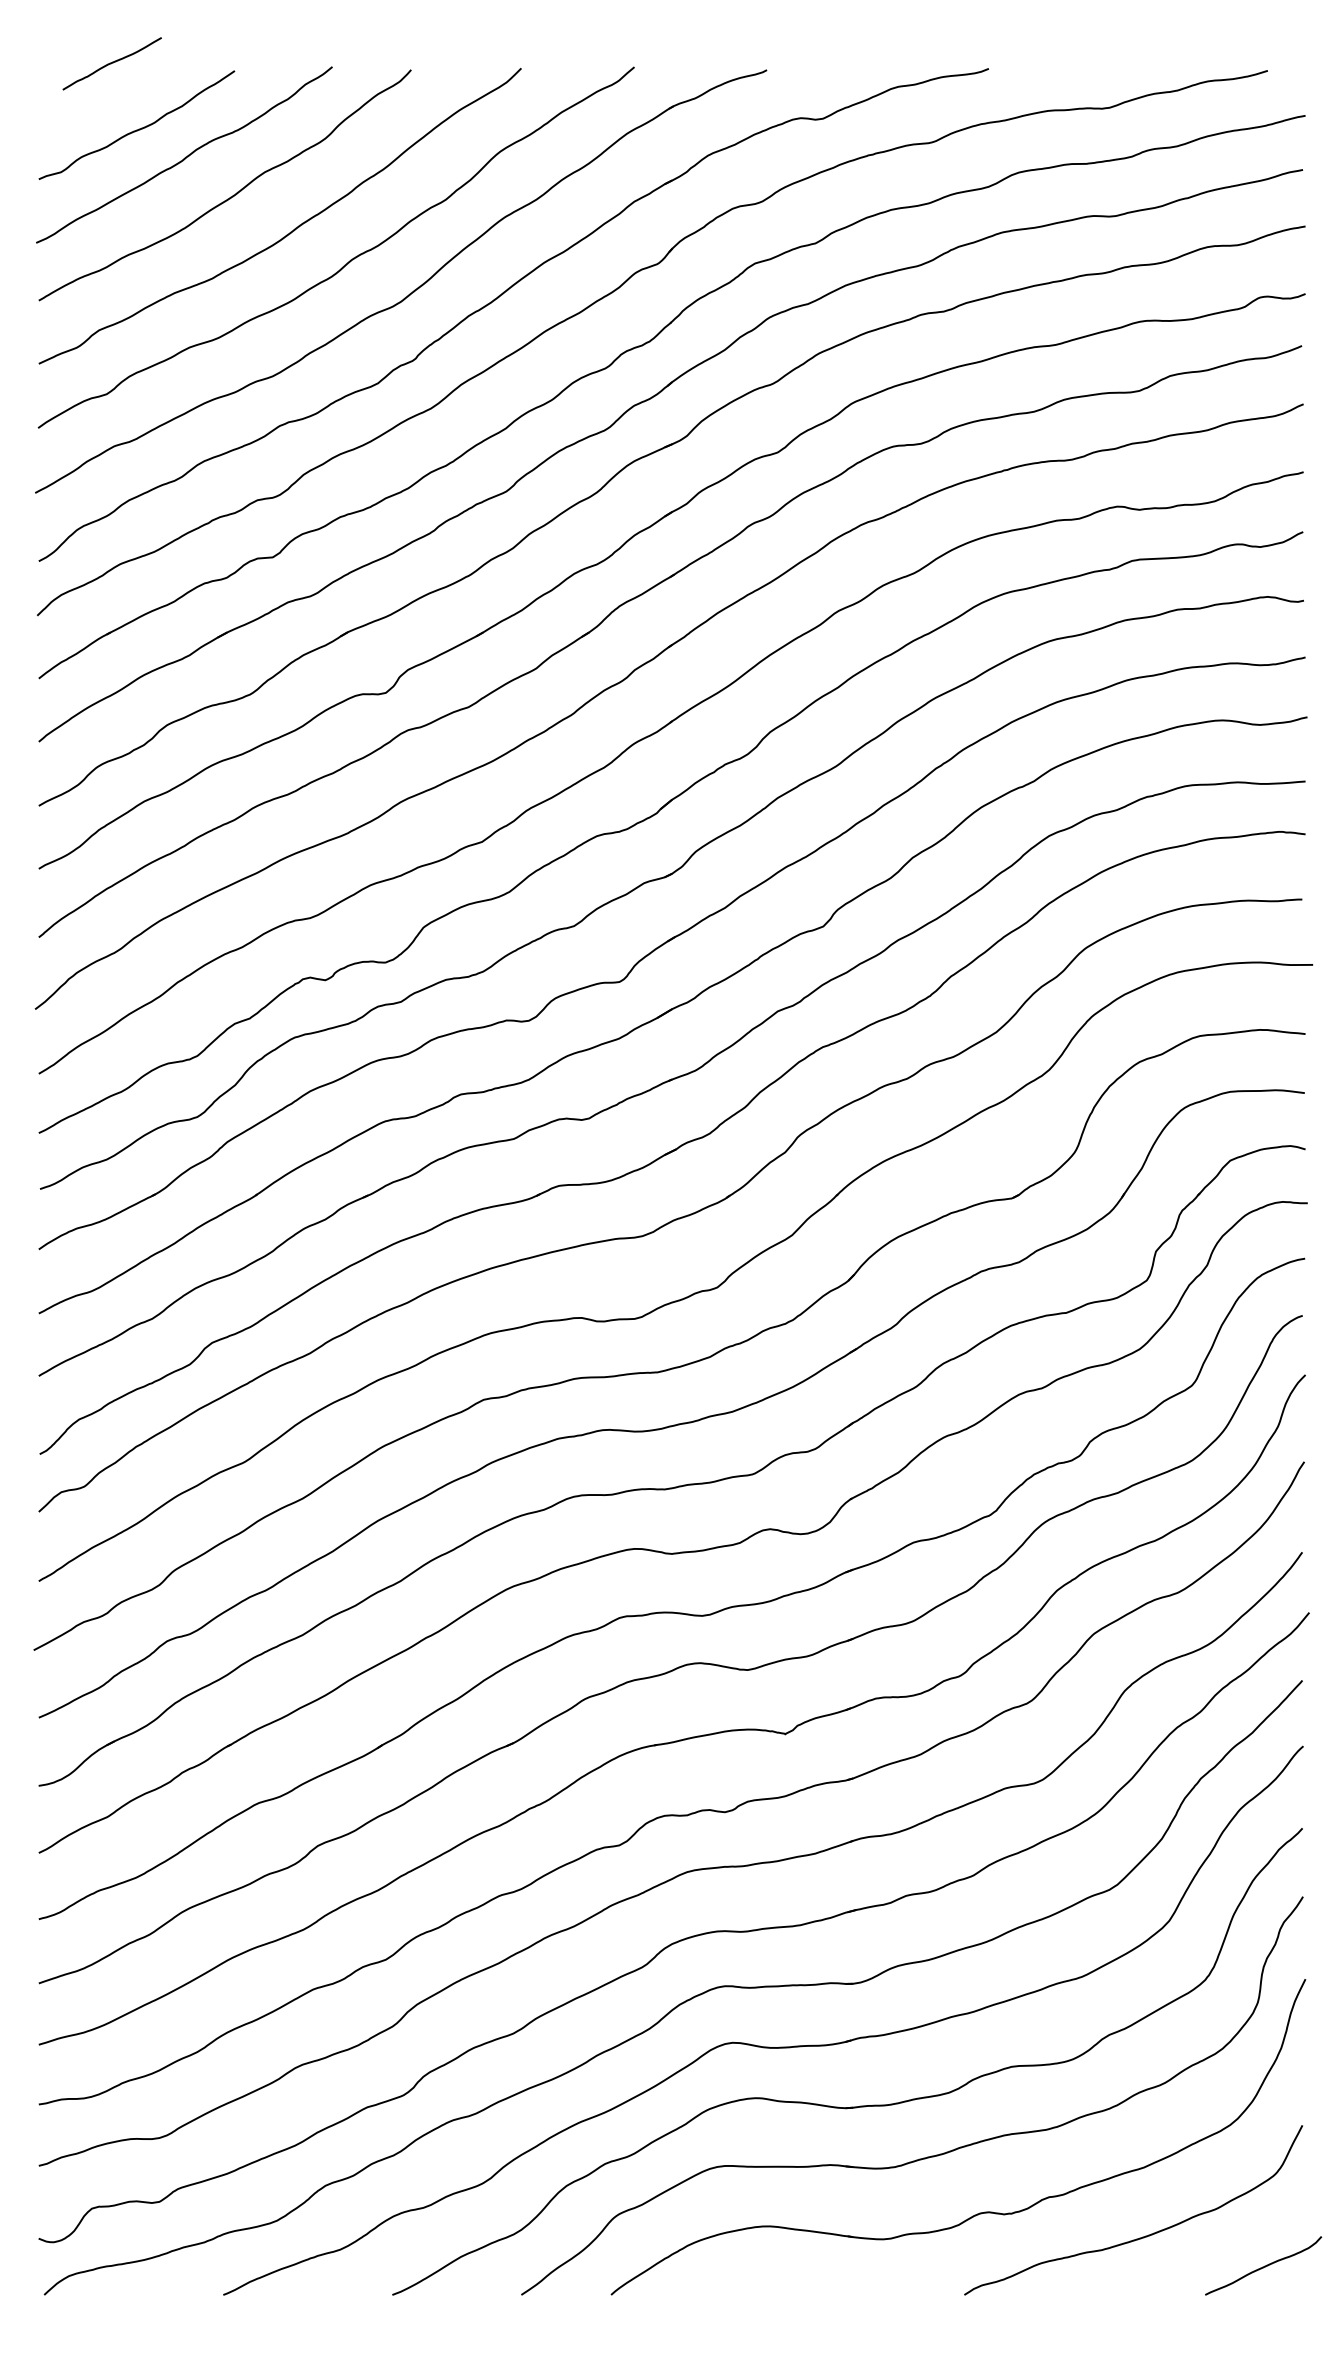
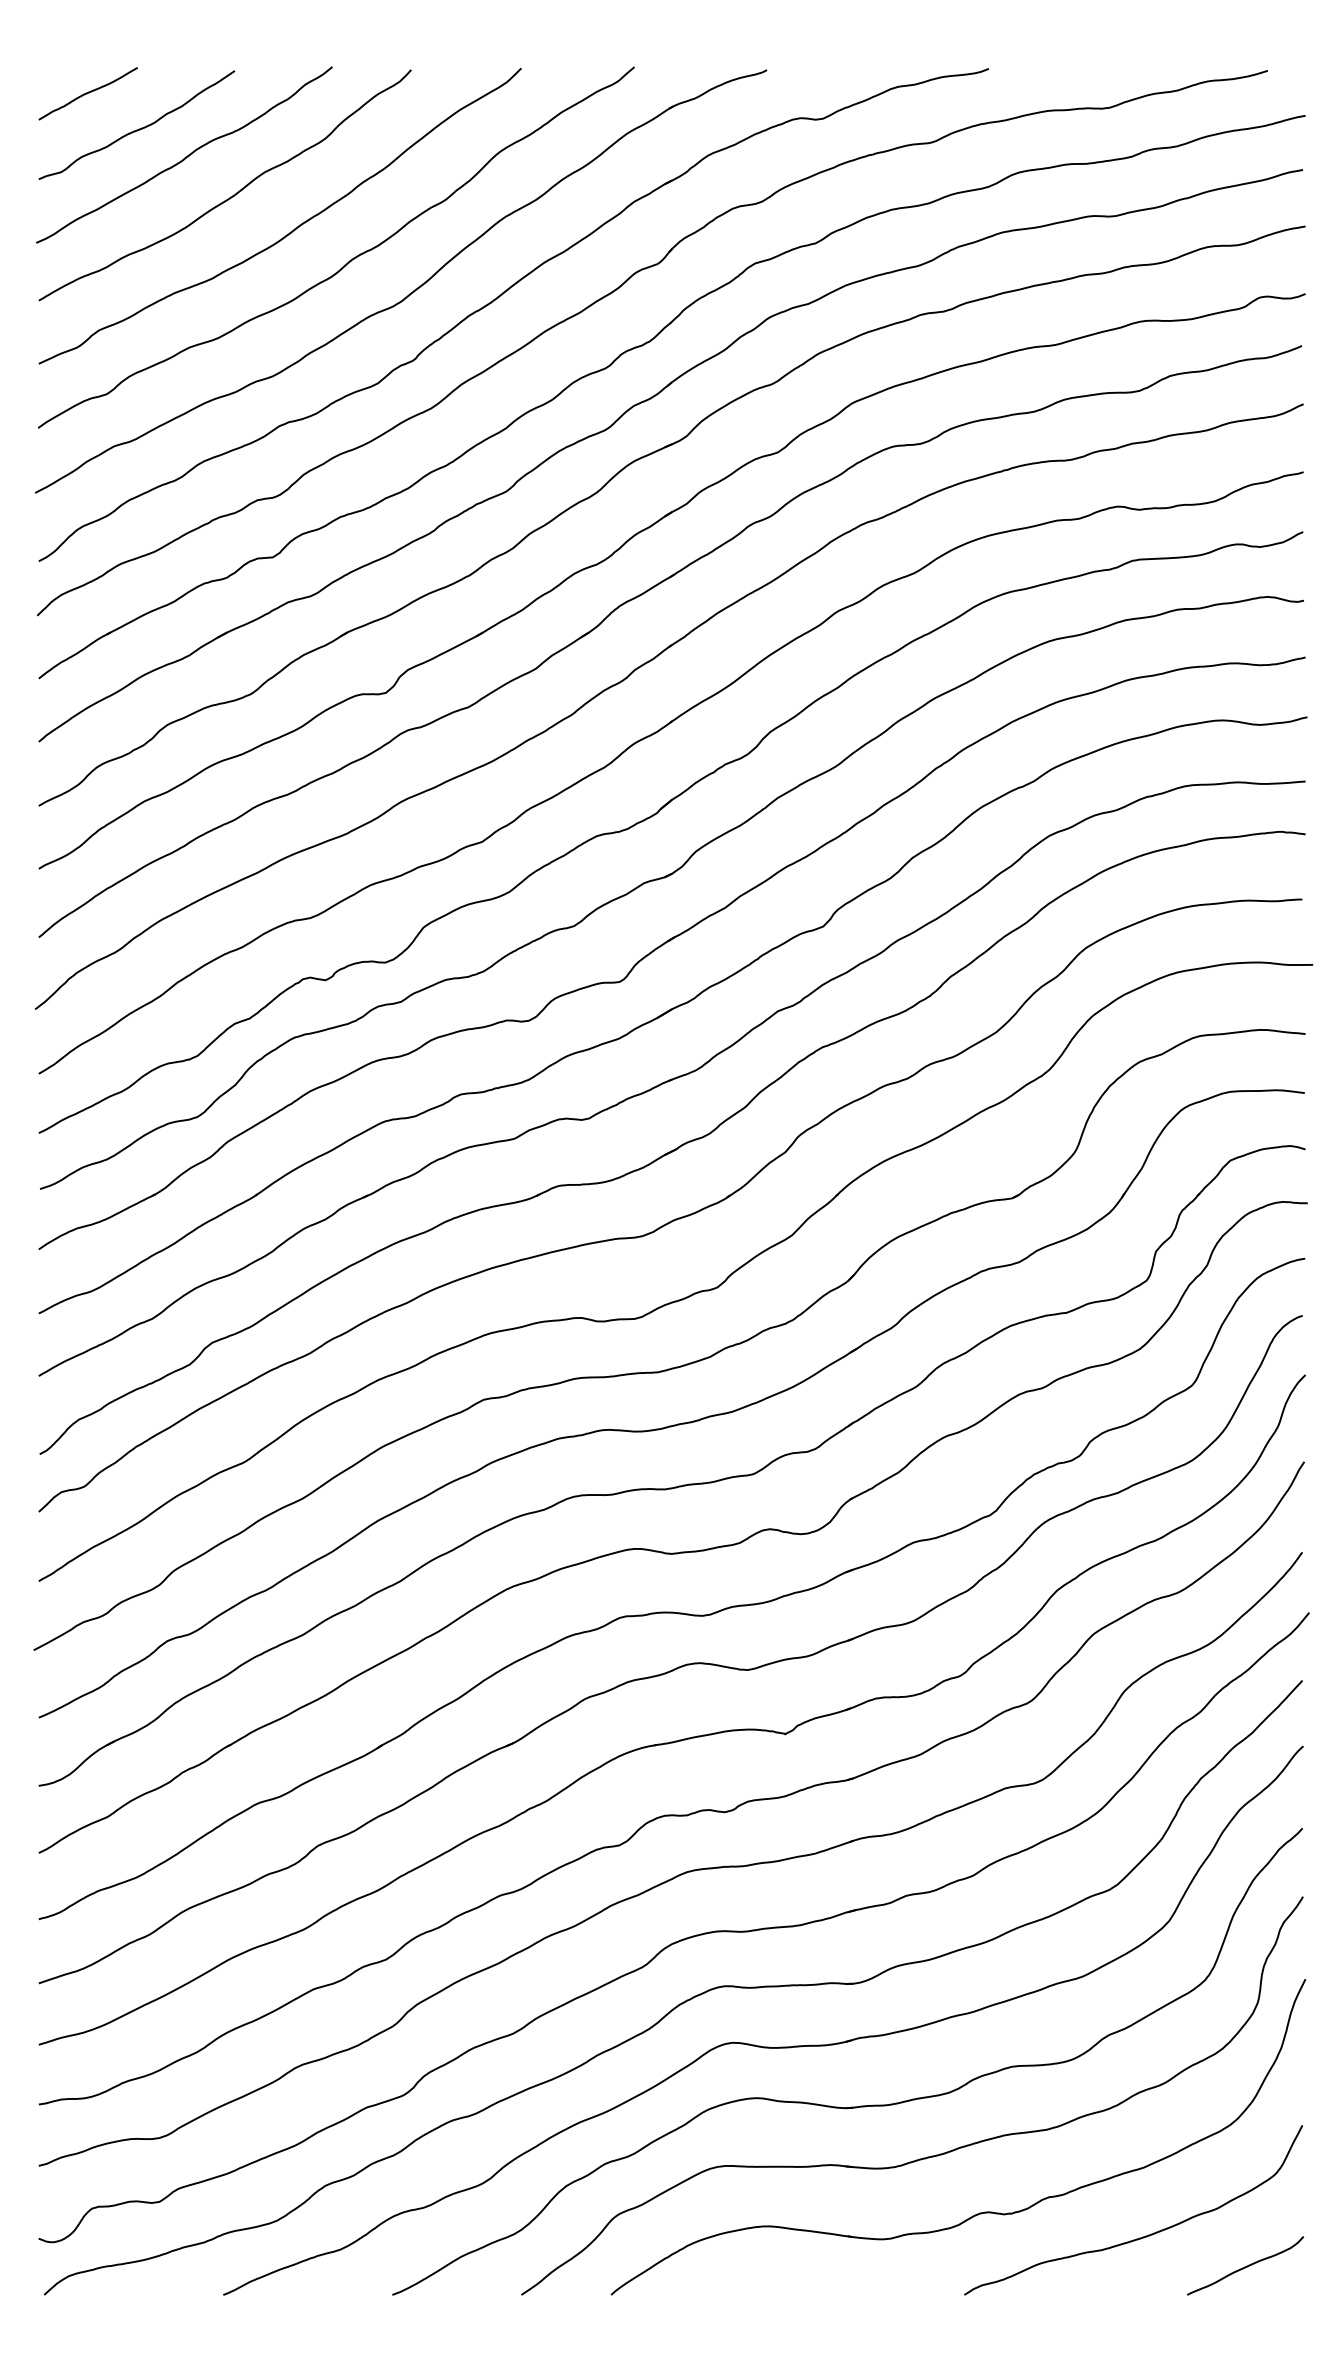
curve at (111, 63) position: (111, 63) -> (87, 93)
curve at (1264, 2265) position: (1264, 2265) -> (1246, 2265)
